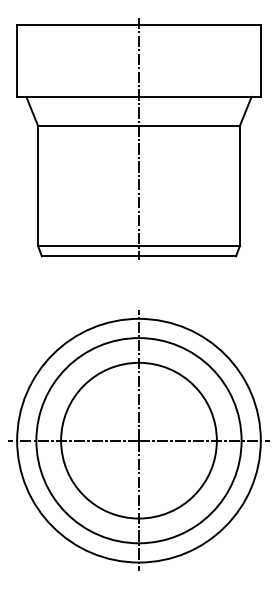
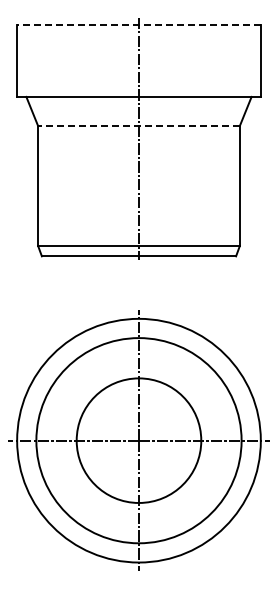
line at (138, 25): solid -> dashed
line at (138, 126): solid -> dashed
circle at (138, 440) diameter: 156 px -> 125 px
